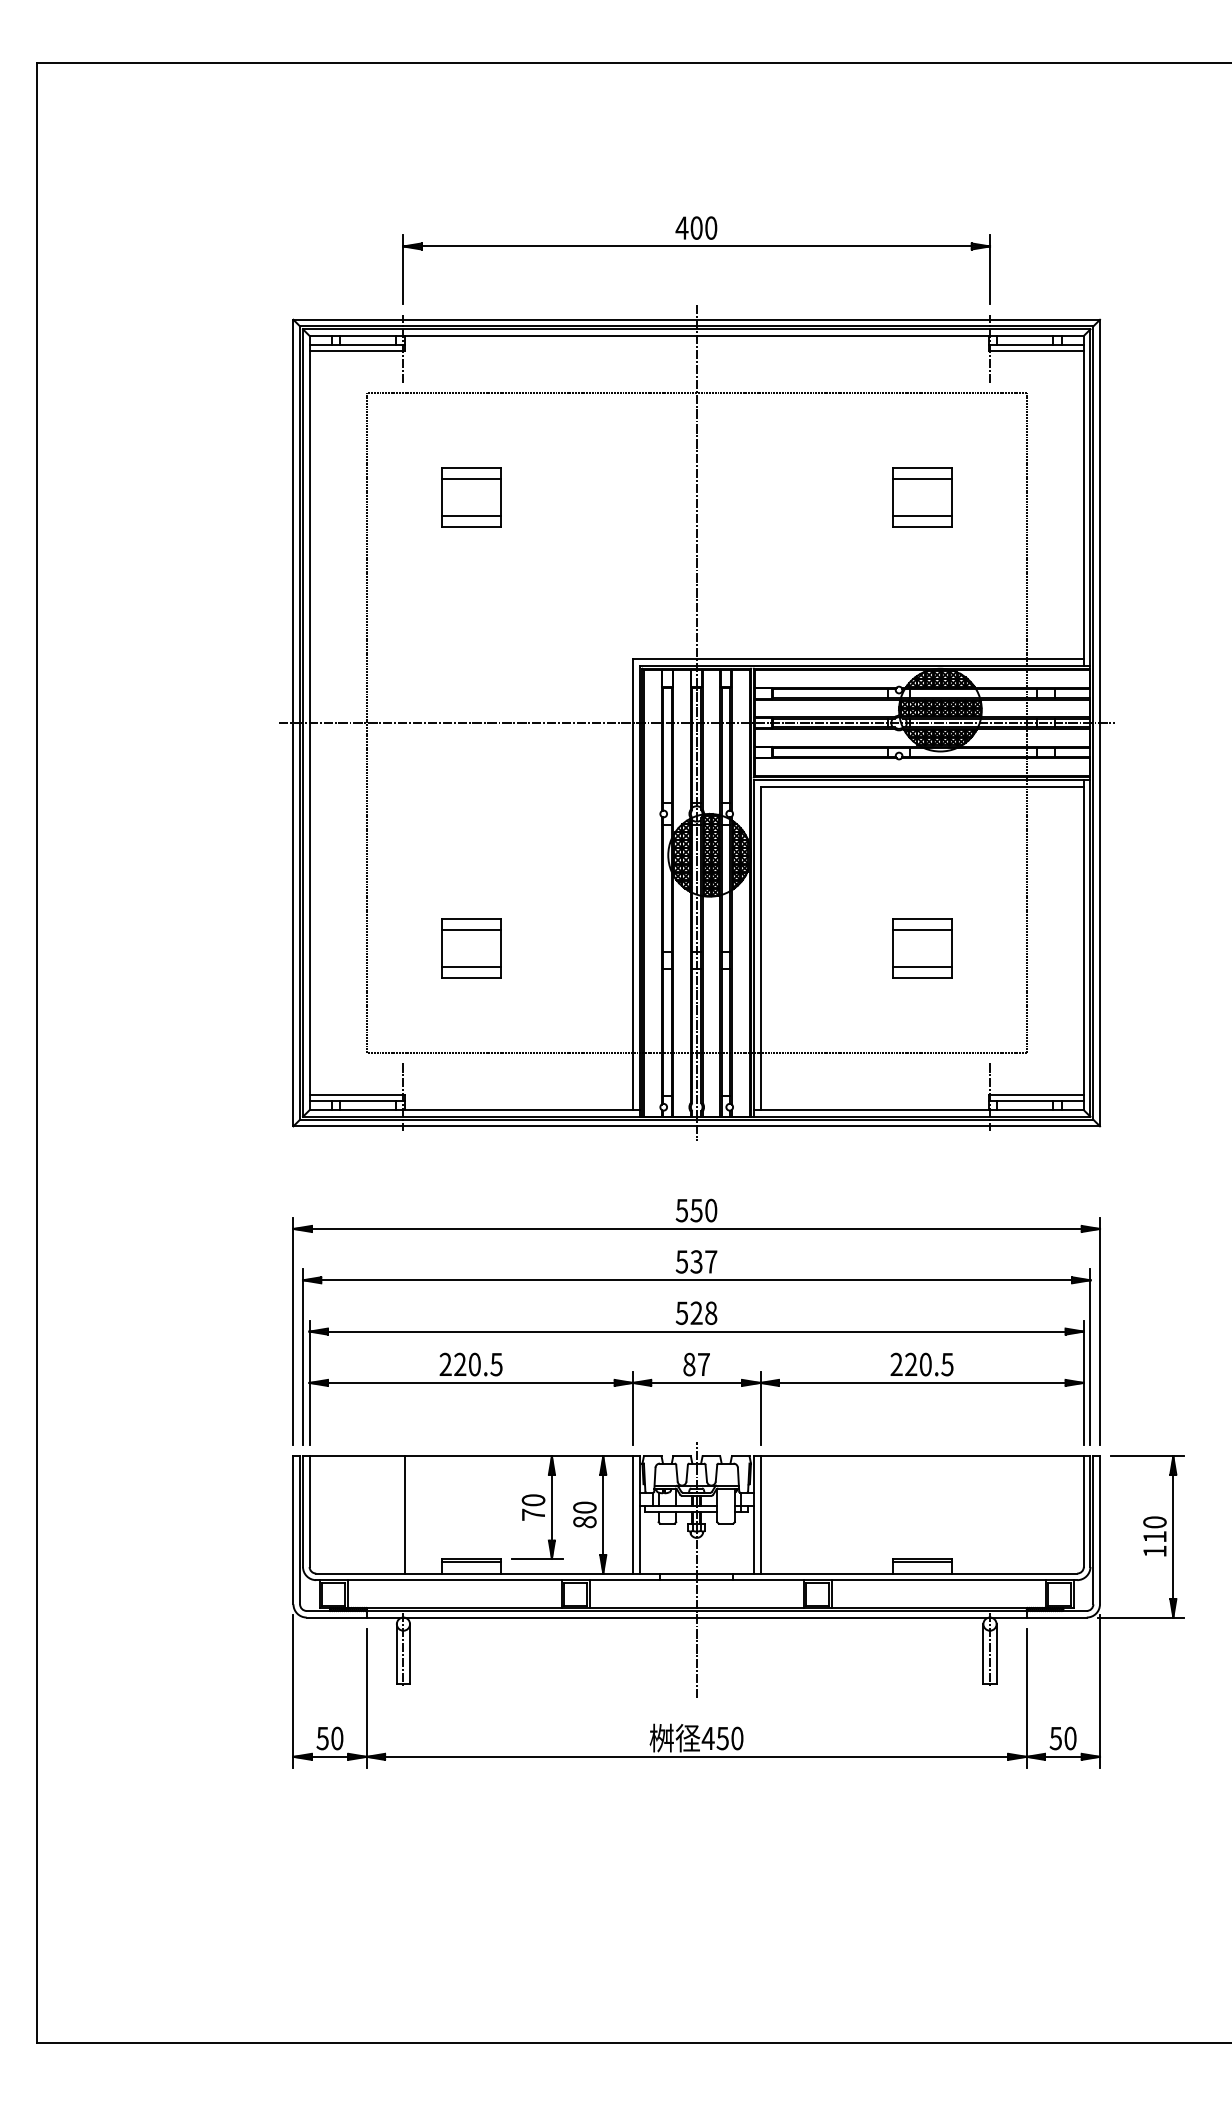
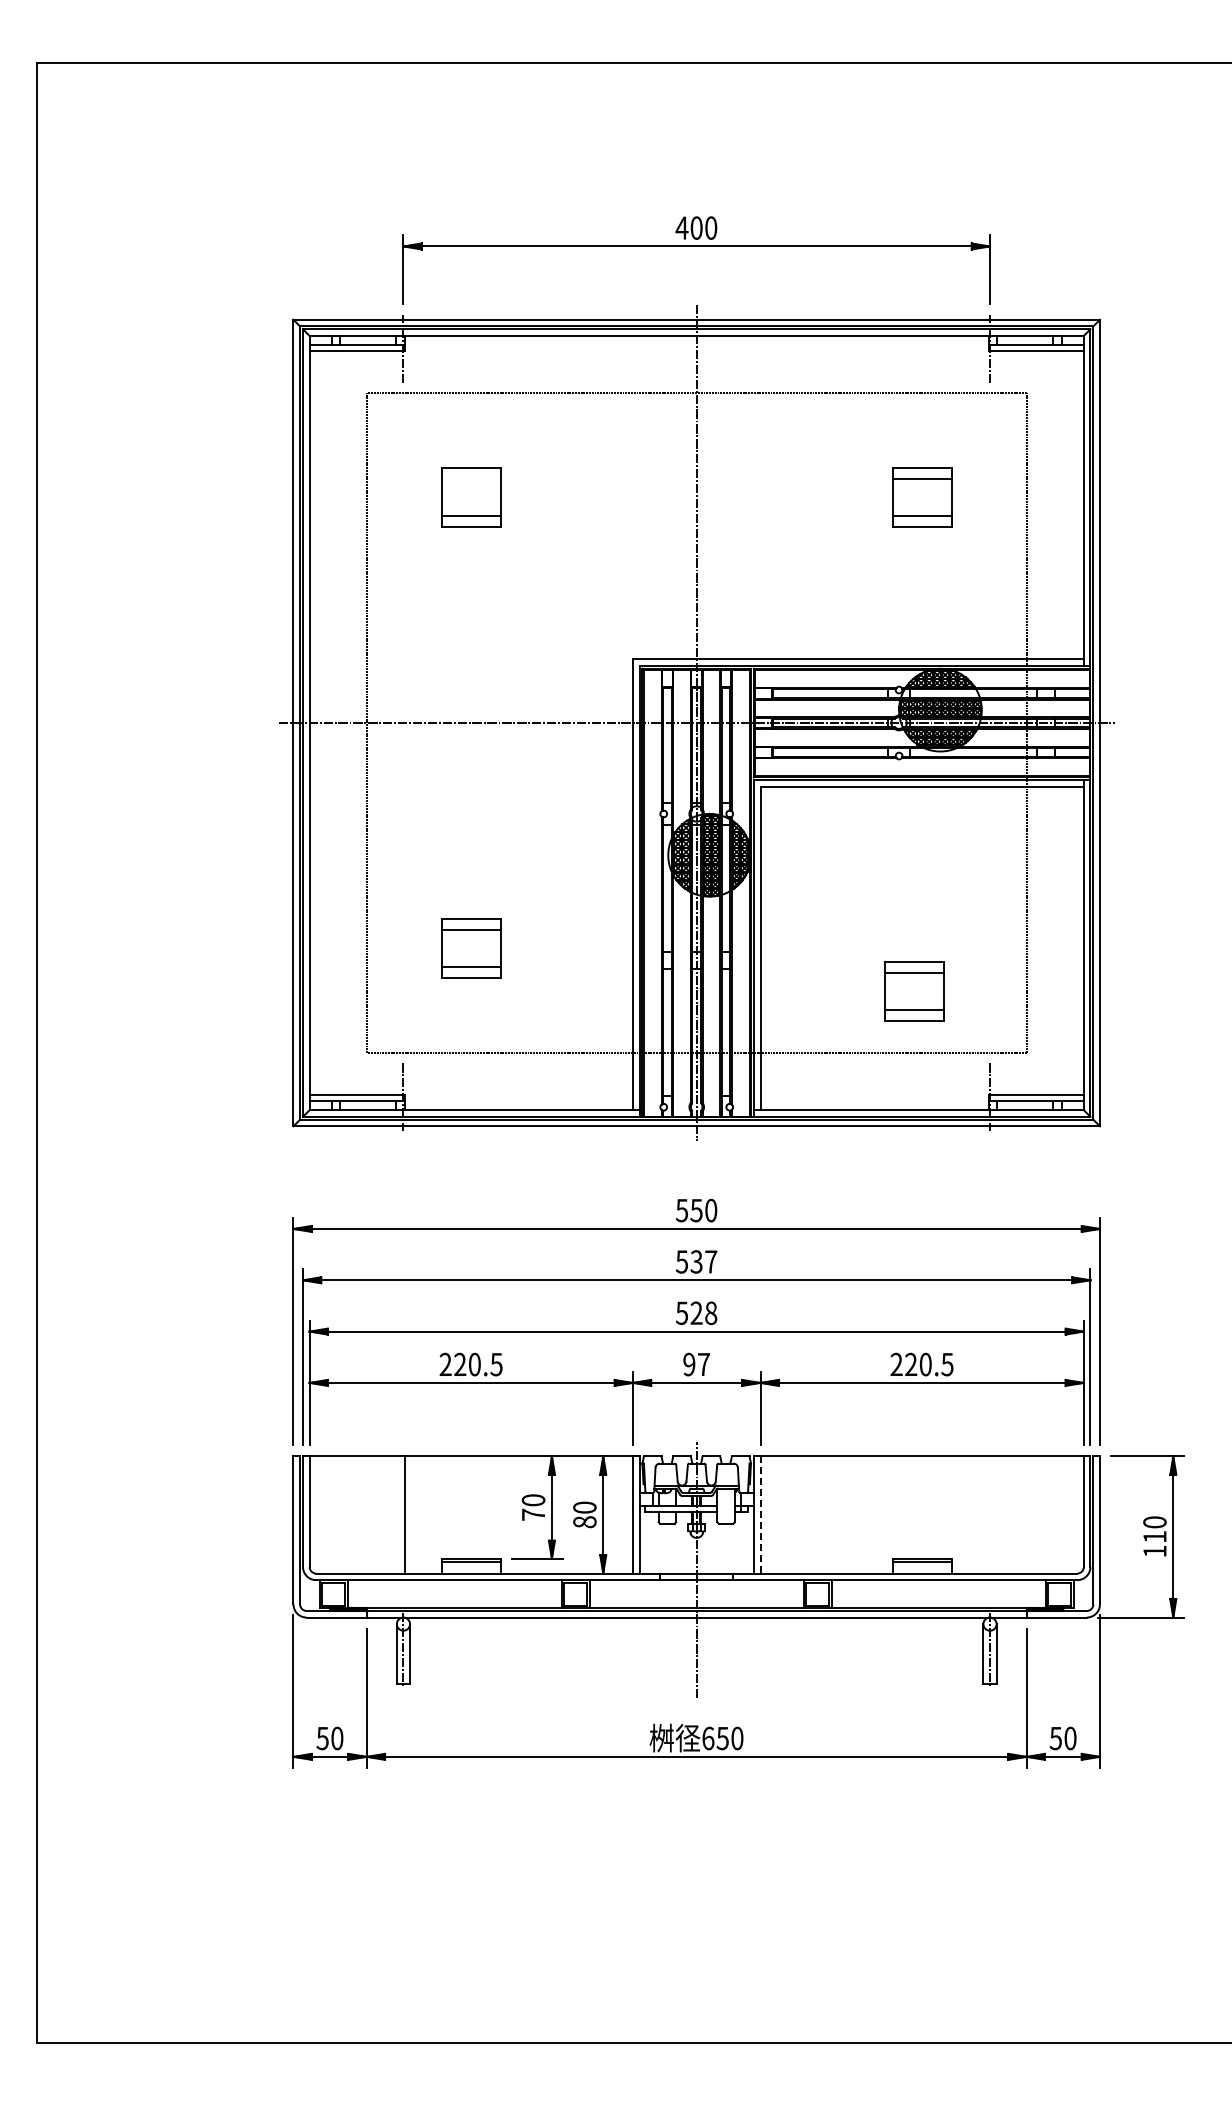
line at (470, 479): present -> none
part at (922, 948) position: (922, 948) -> (914, 991)
text at (689, 1364): 87 -> 97
line at (760, 1514): solid -> dashed
text at (707, 1738): 450 -> 650
